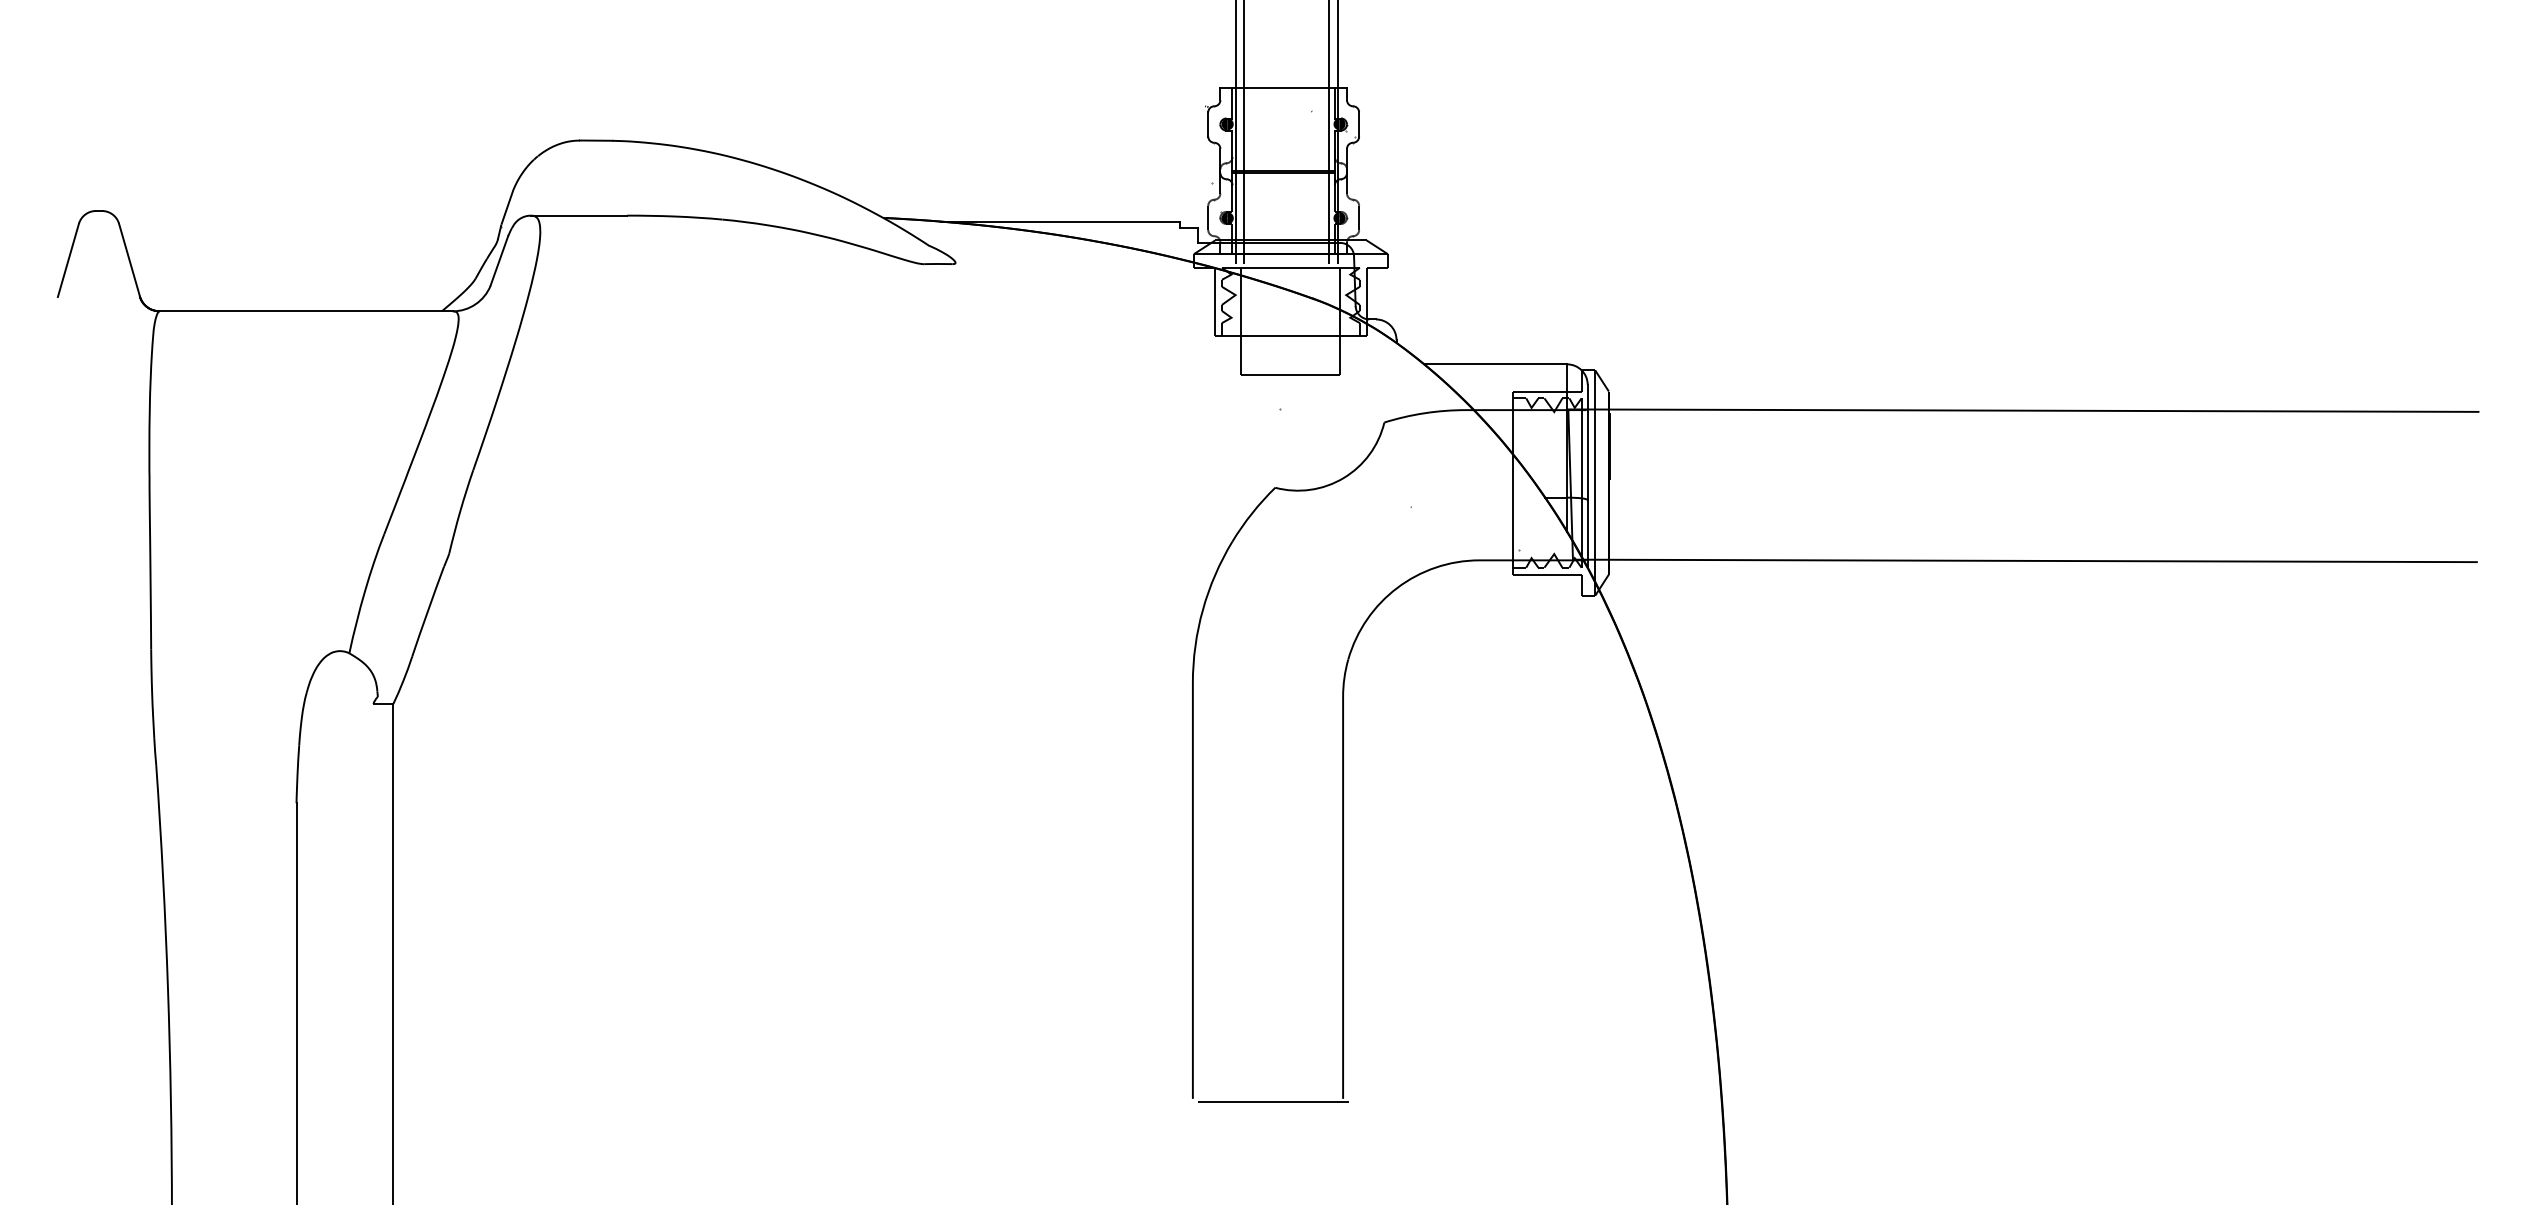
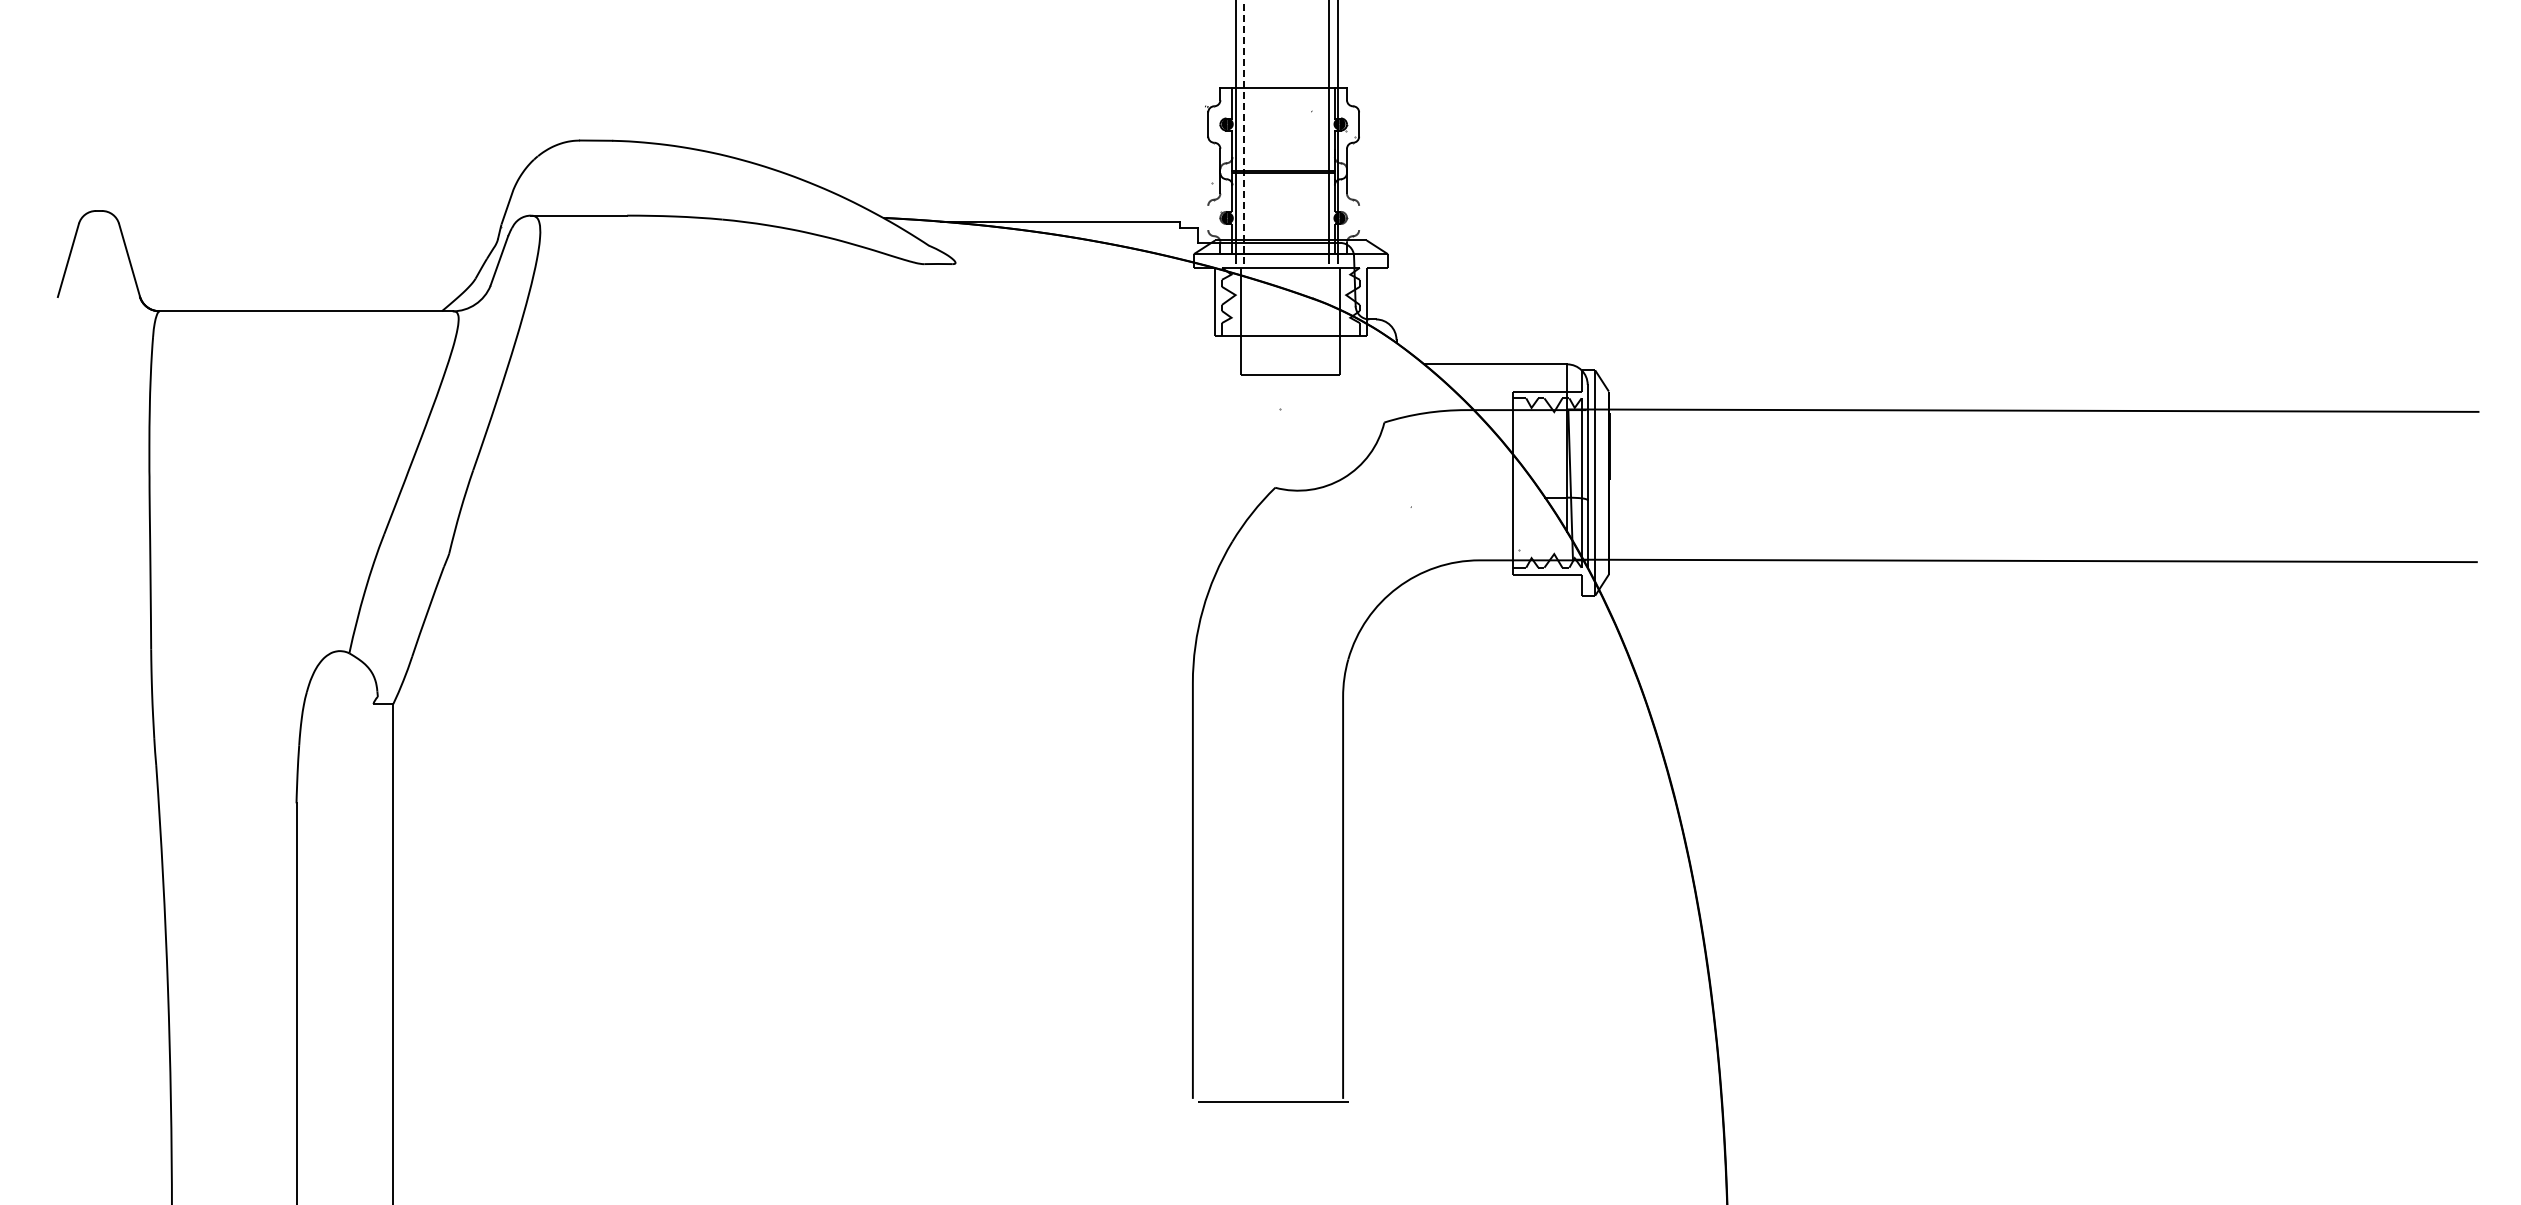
line at (1244, 132): solid -> dashed
line at (1208, 217): present -> none
line at (1359, 217): present -> none
